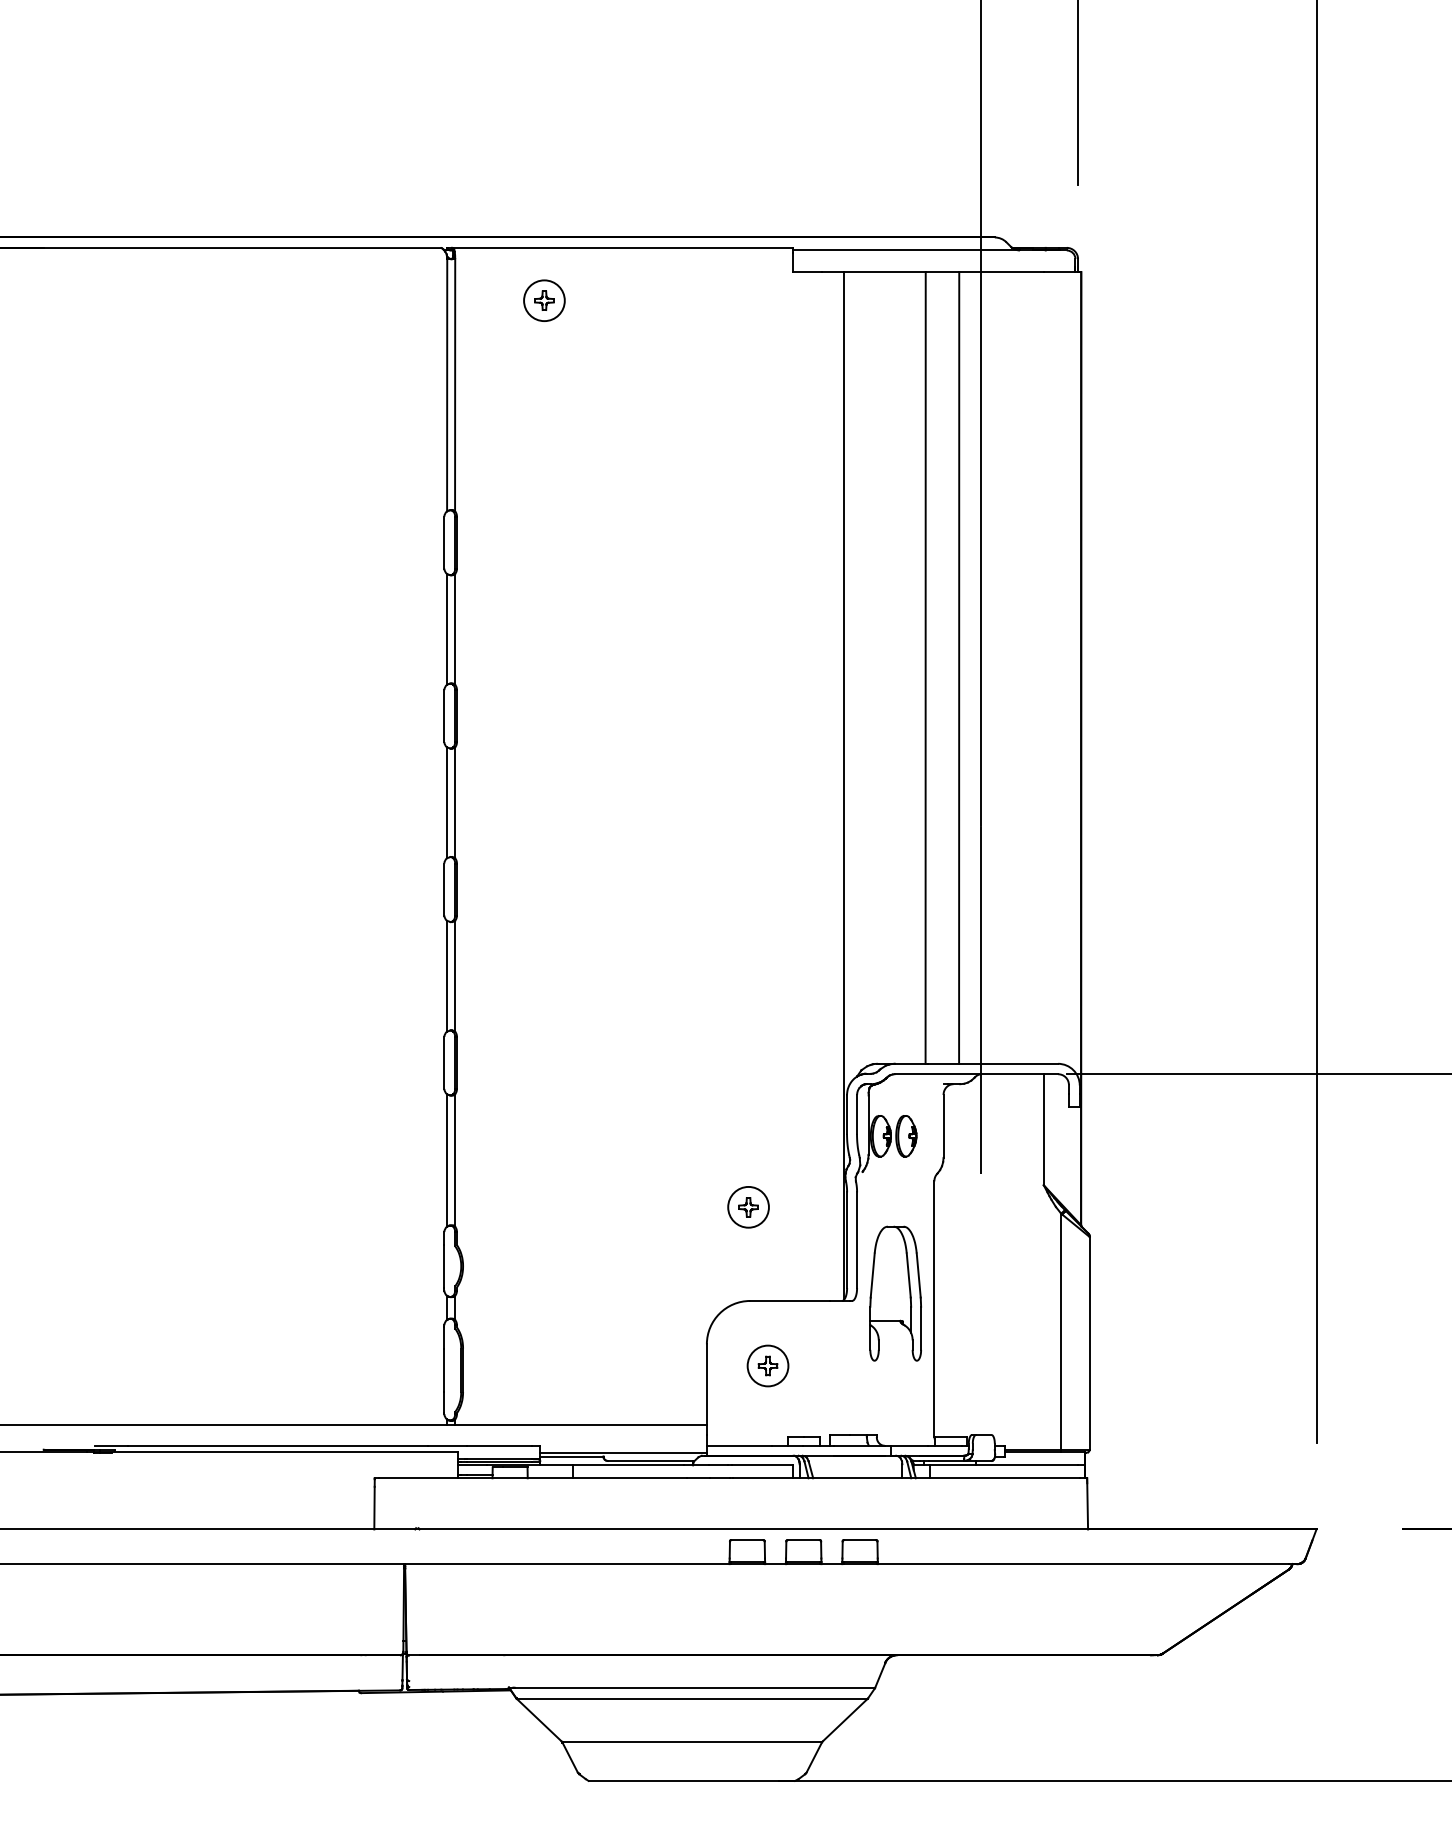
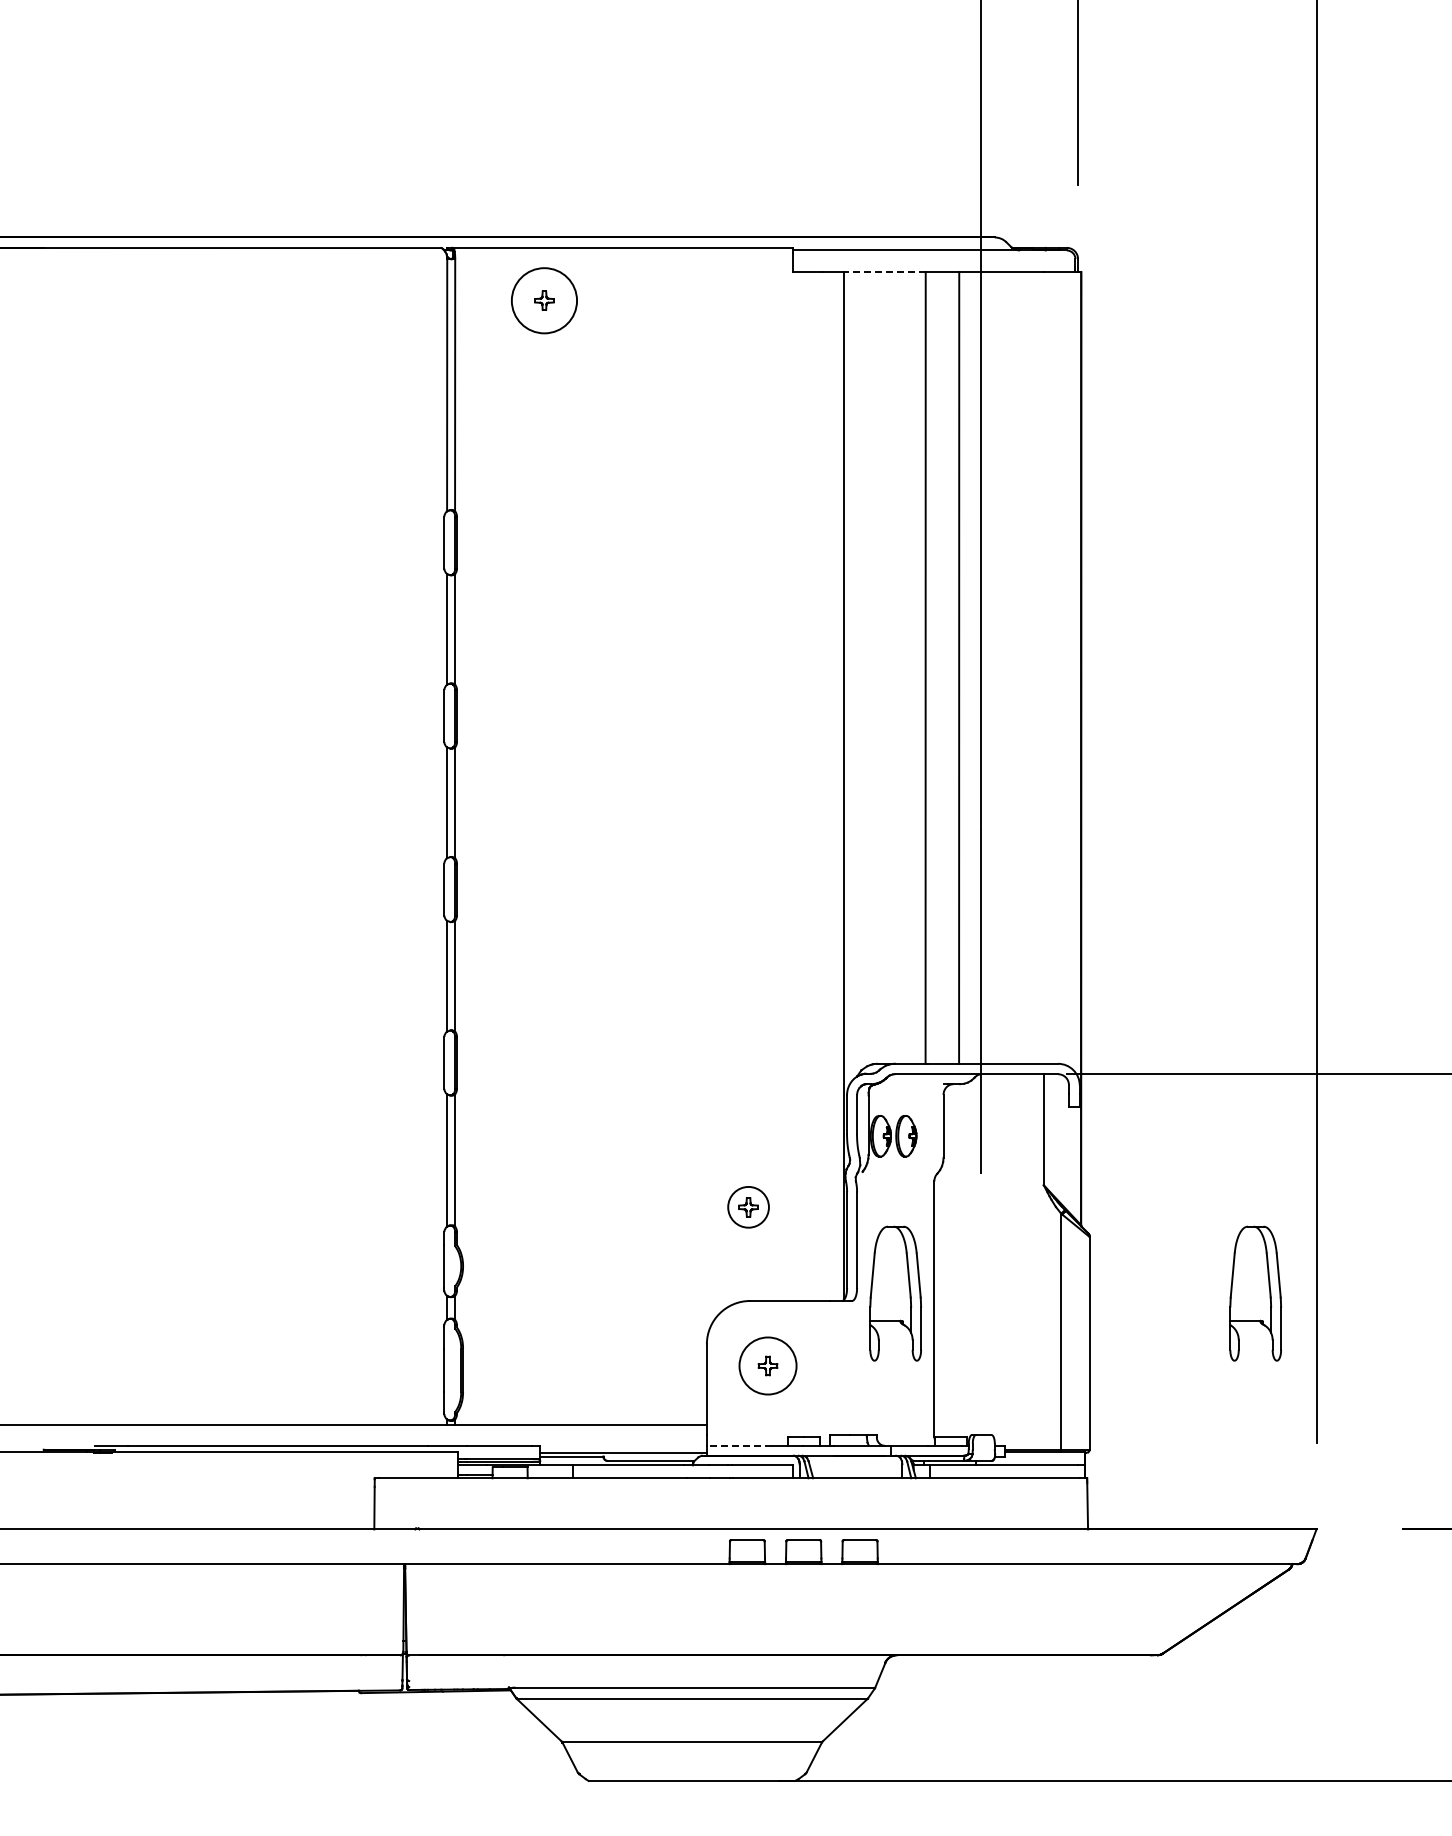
line at (884, 272): solid -> dashed
circle at (544, 300) diameter: 41 px -> 65 px
part at (1255, 1293): none -> present
circle at (767, 1365) diameter: 41 px -> 57 px
line at (739, 1445): solid -> dashed
